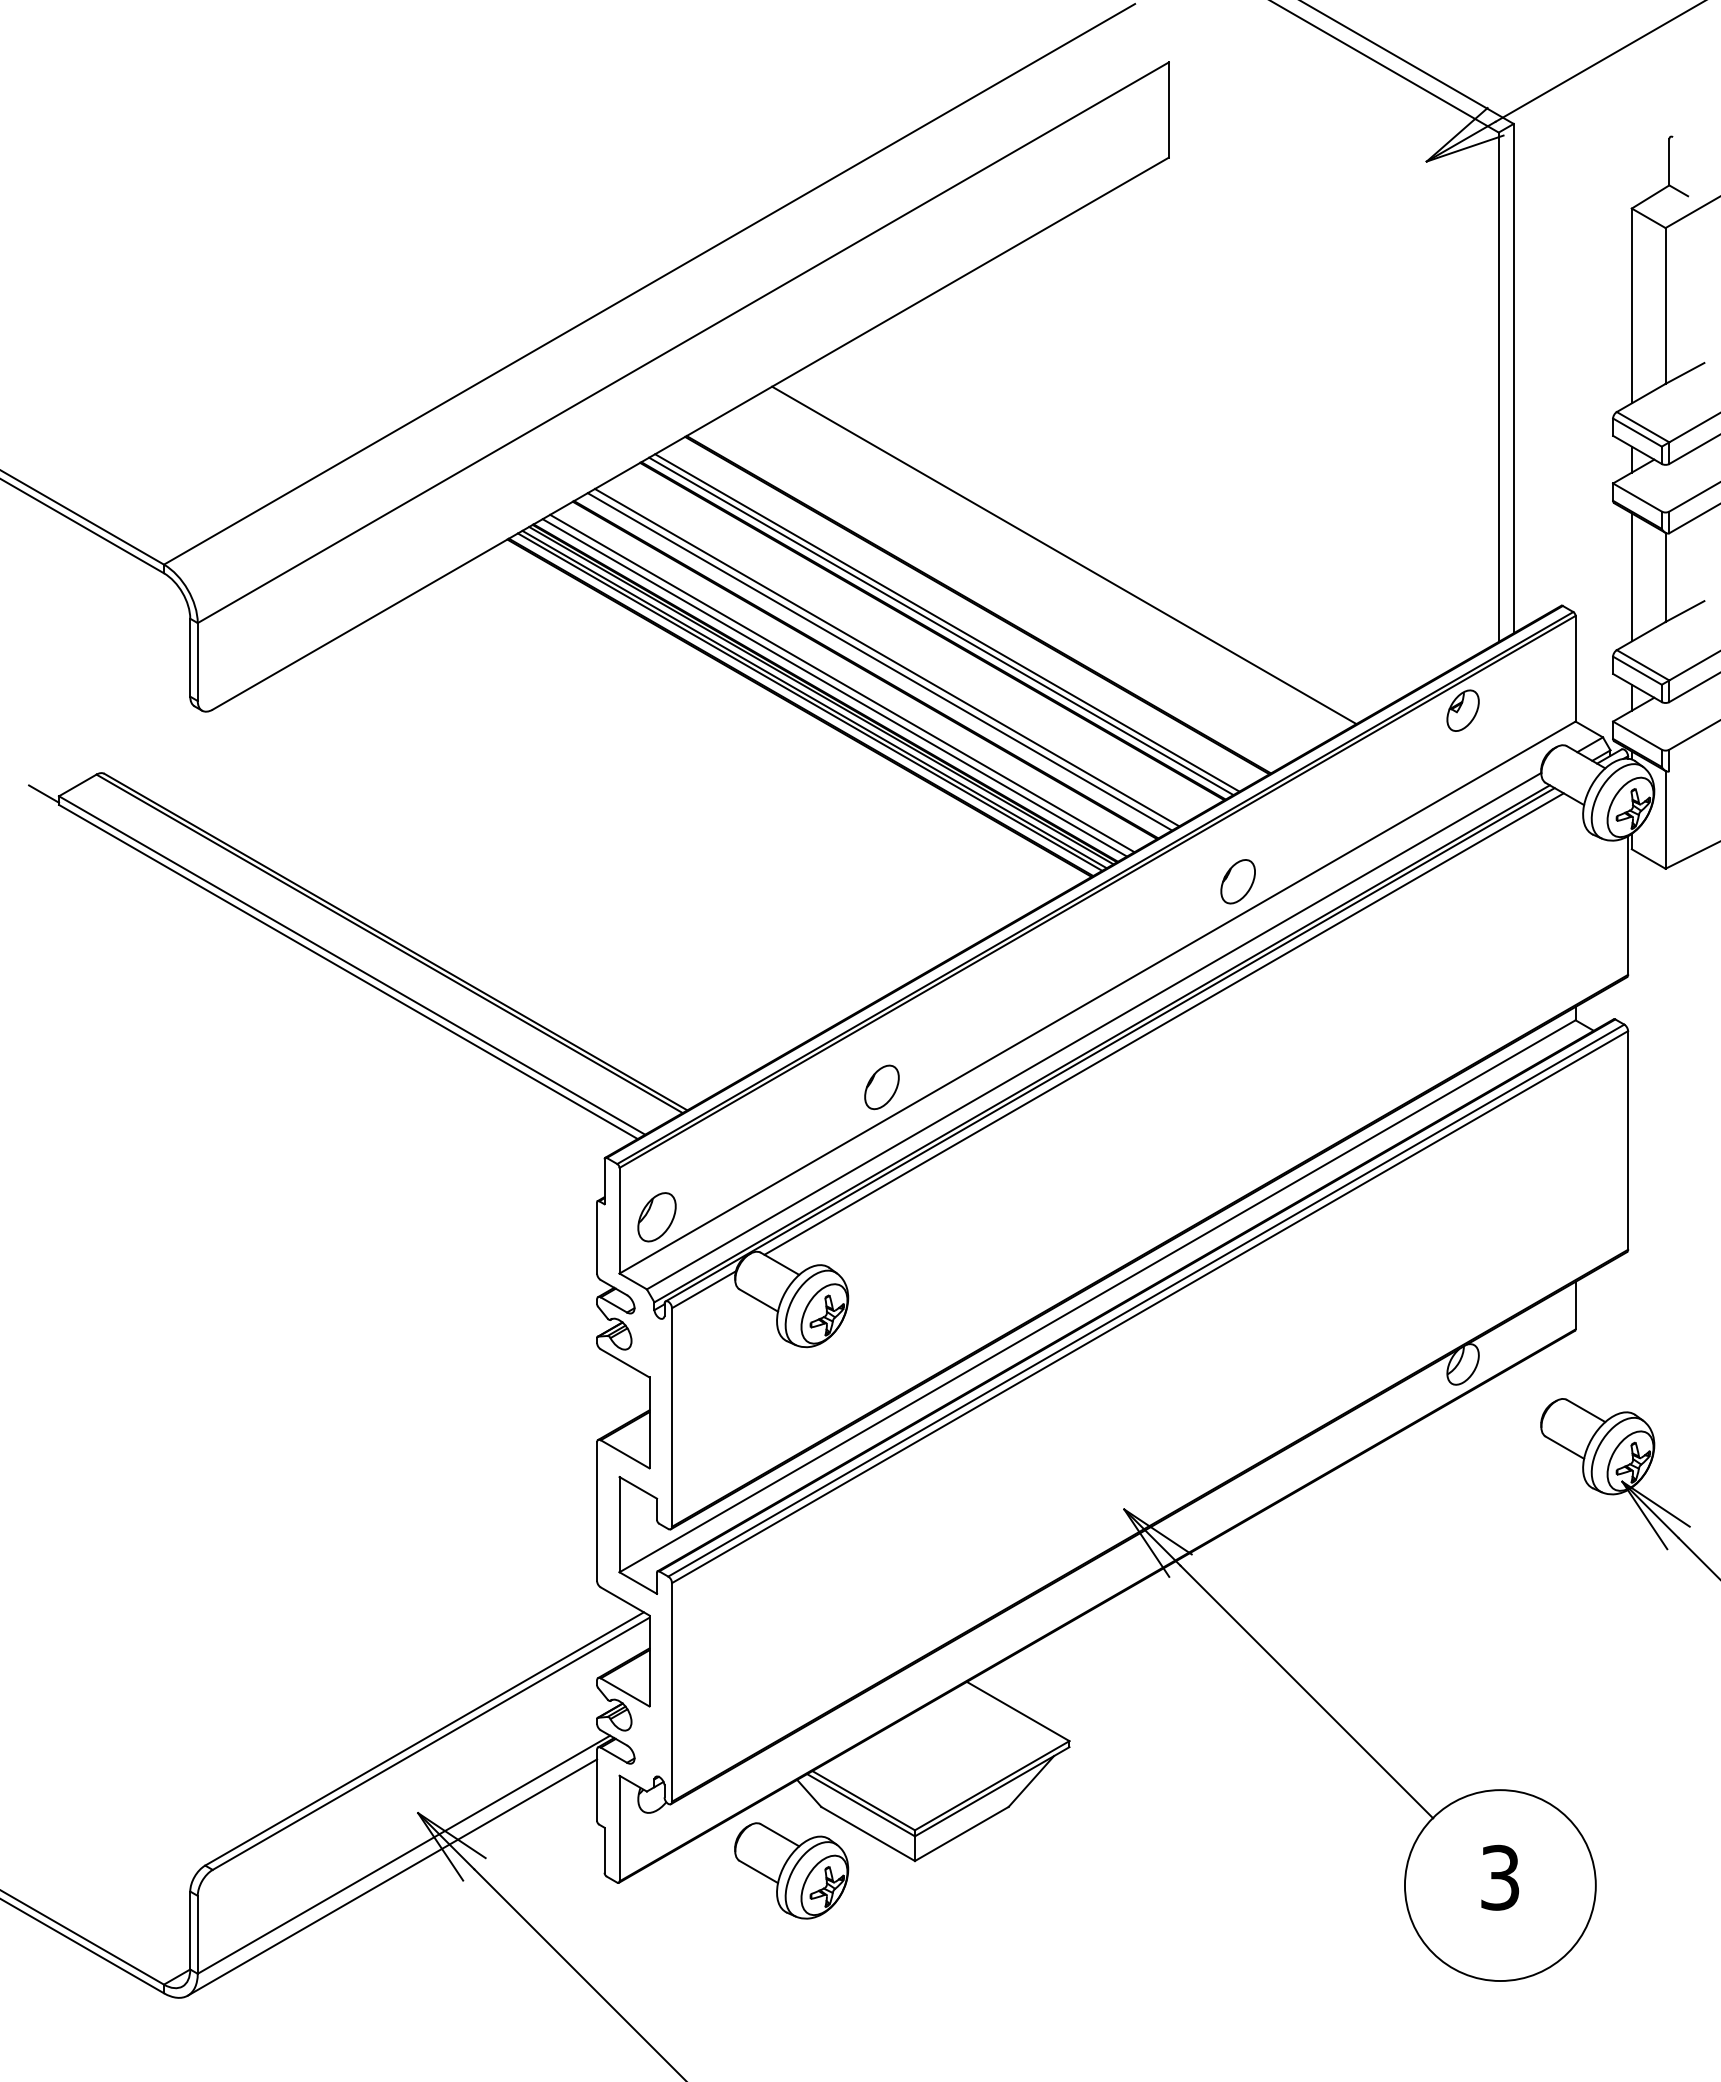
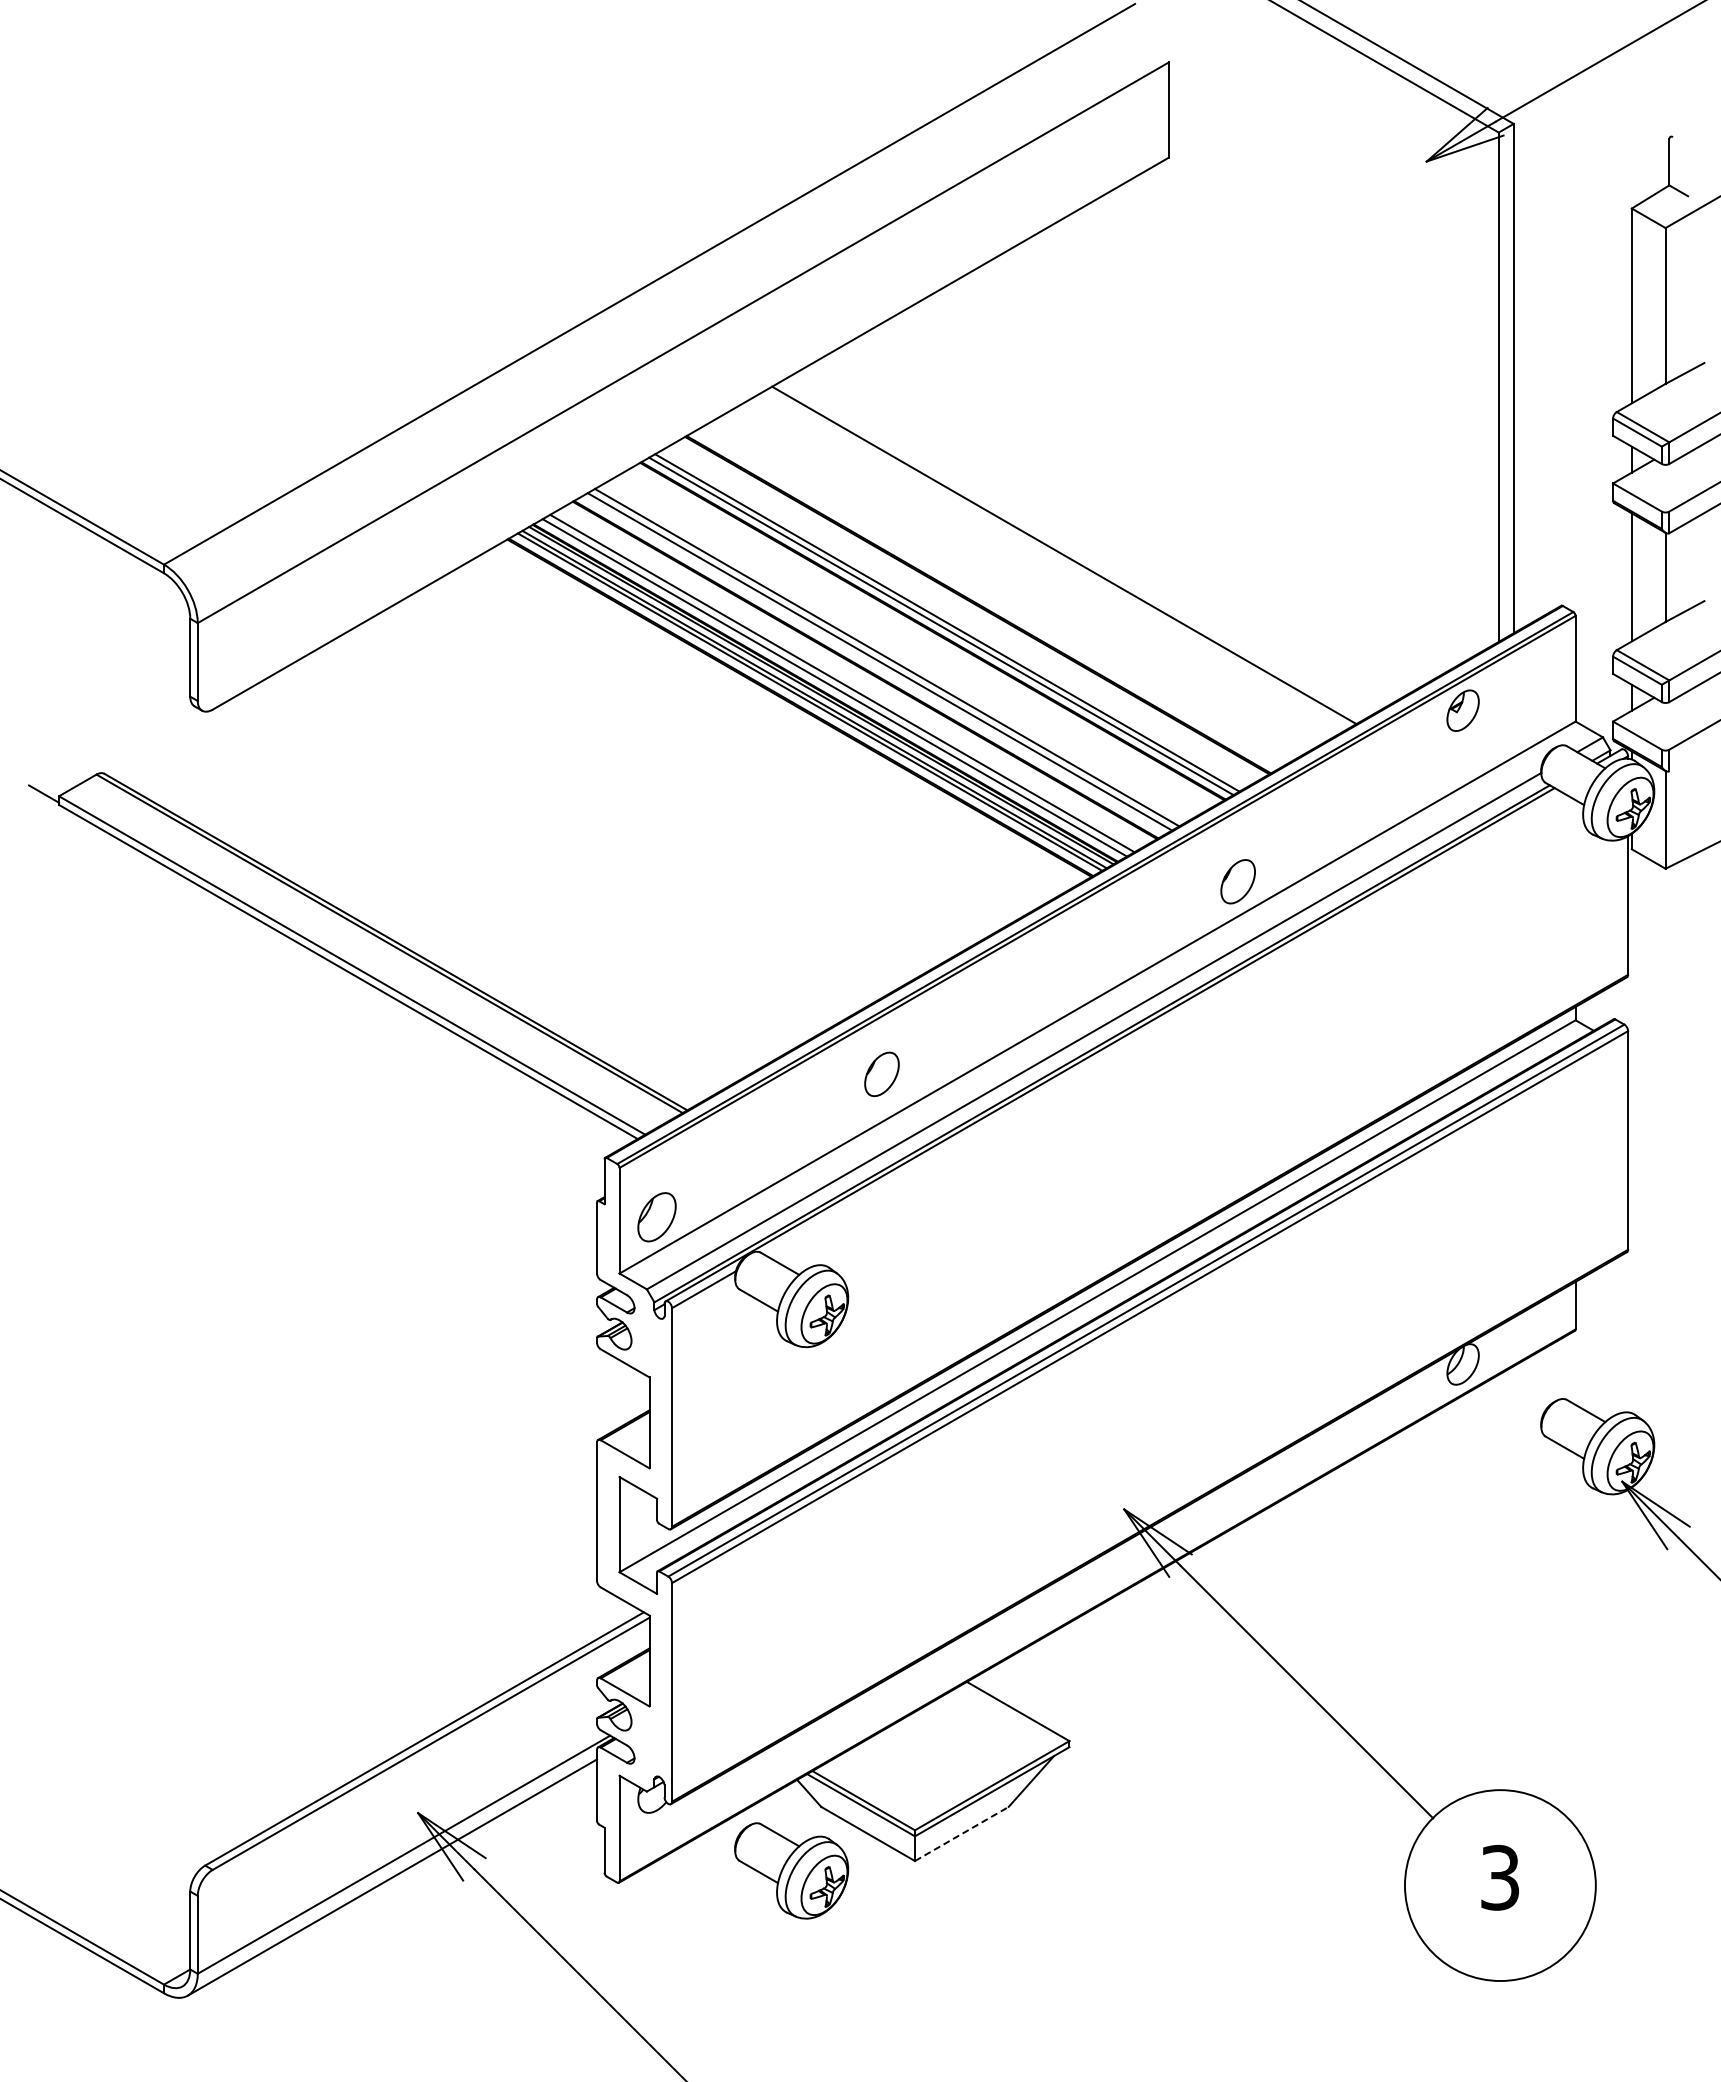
line at (1163, 1023): present -> none
part at (881, 1087) position: (881, 1087) -> (881, 1074)
line at (962, 1833): solid -> dashed
